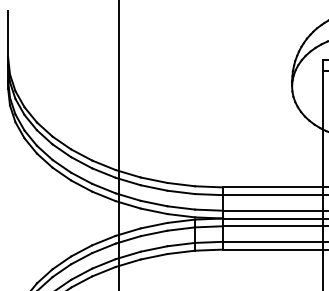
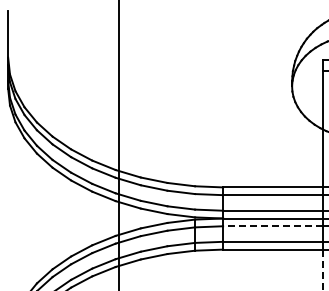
line at (272, 226): solid -> dashed
line at (322, 270): solid -> dashed
